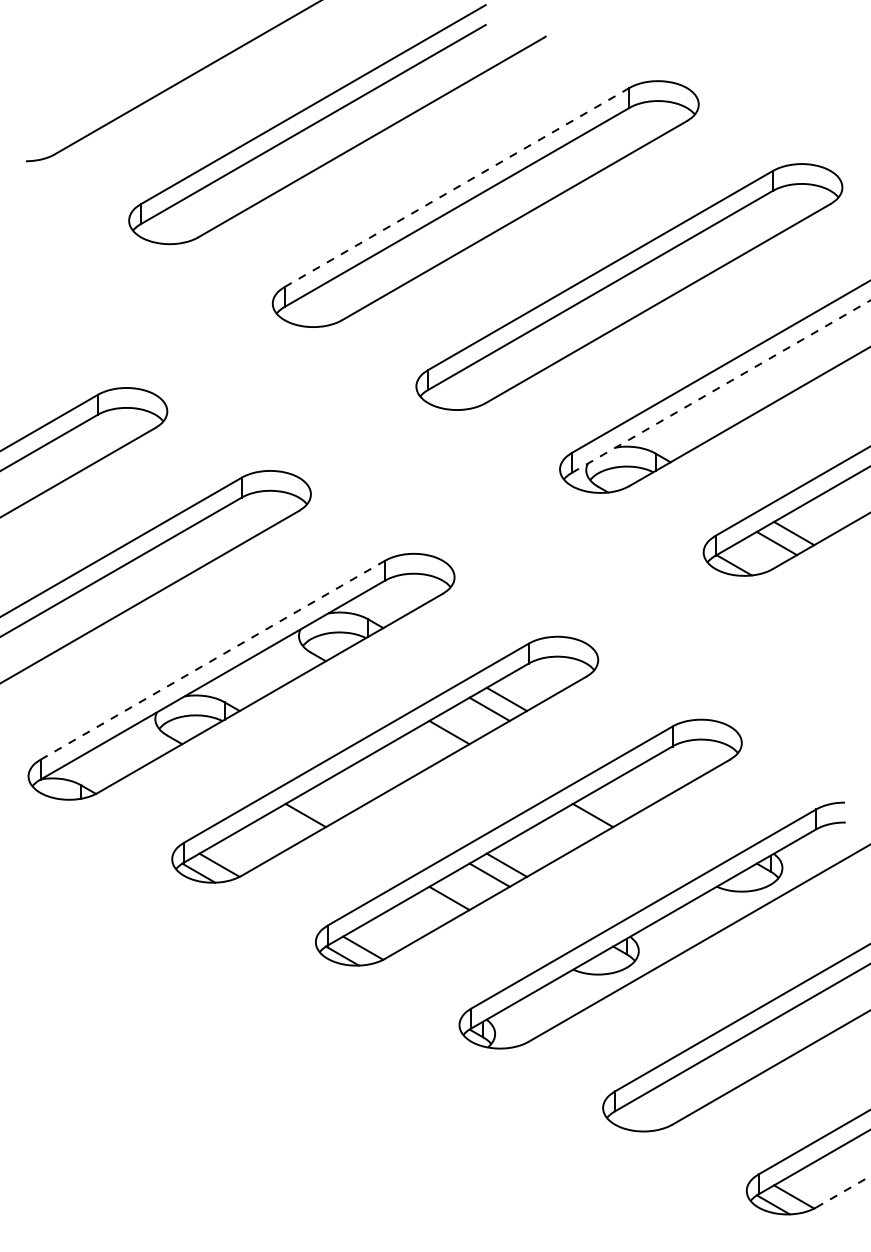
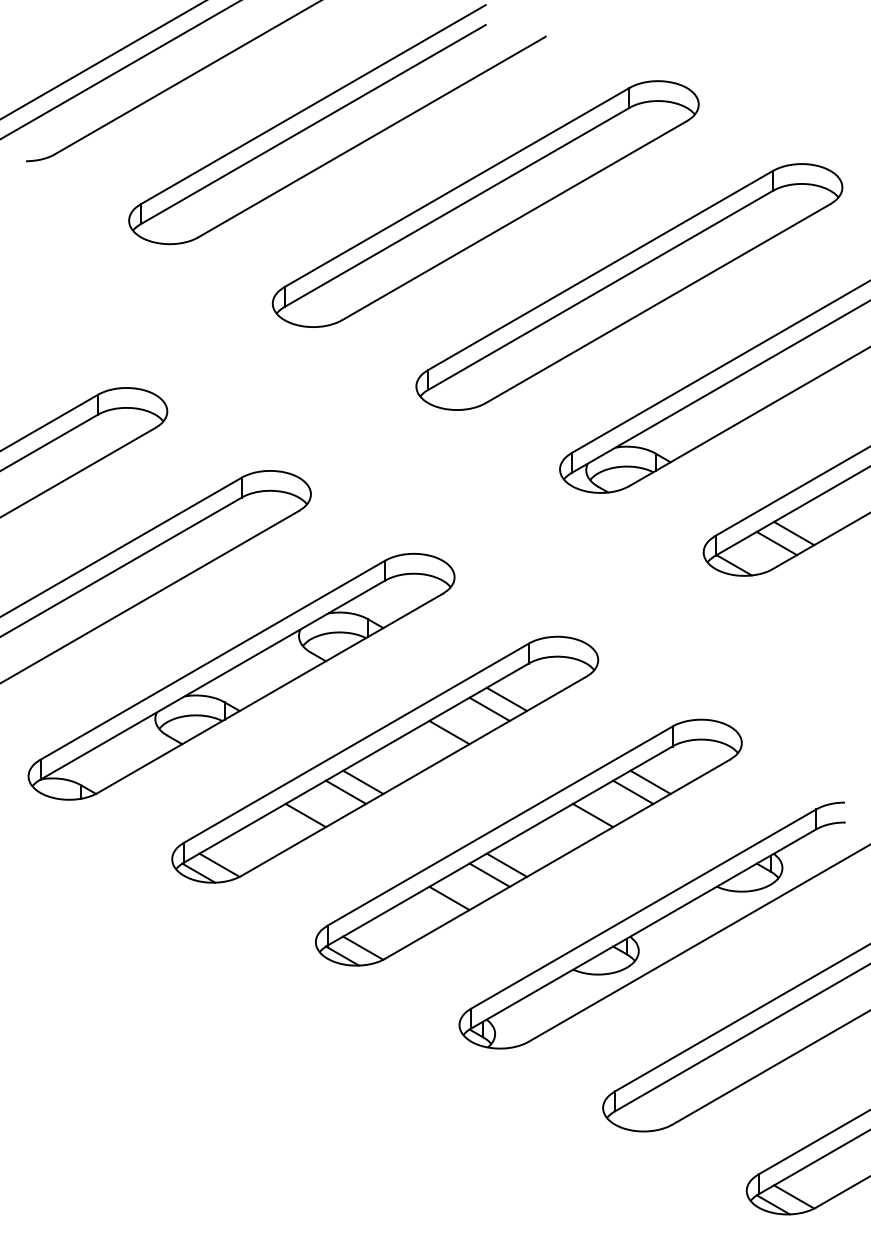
line at (102, 60): none -> present
line at (120, 70): none -> present
line at (457, 187): dashed -> solid
line at (721, 386): dashed -> solid
line at (213, 659): dashed -> solid
line at (363, 781): none -> present
line at (650, 781): none -> present
line at (345, 791): none -> present
line at (633, 791): none -> present
line at (843, 1192): dashed -> solid
